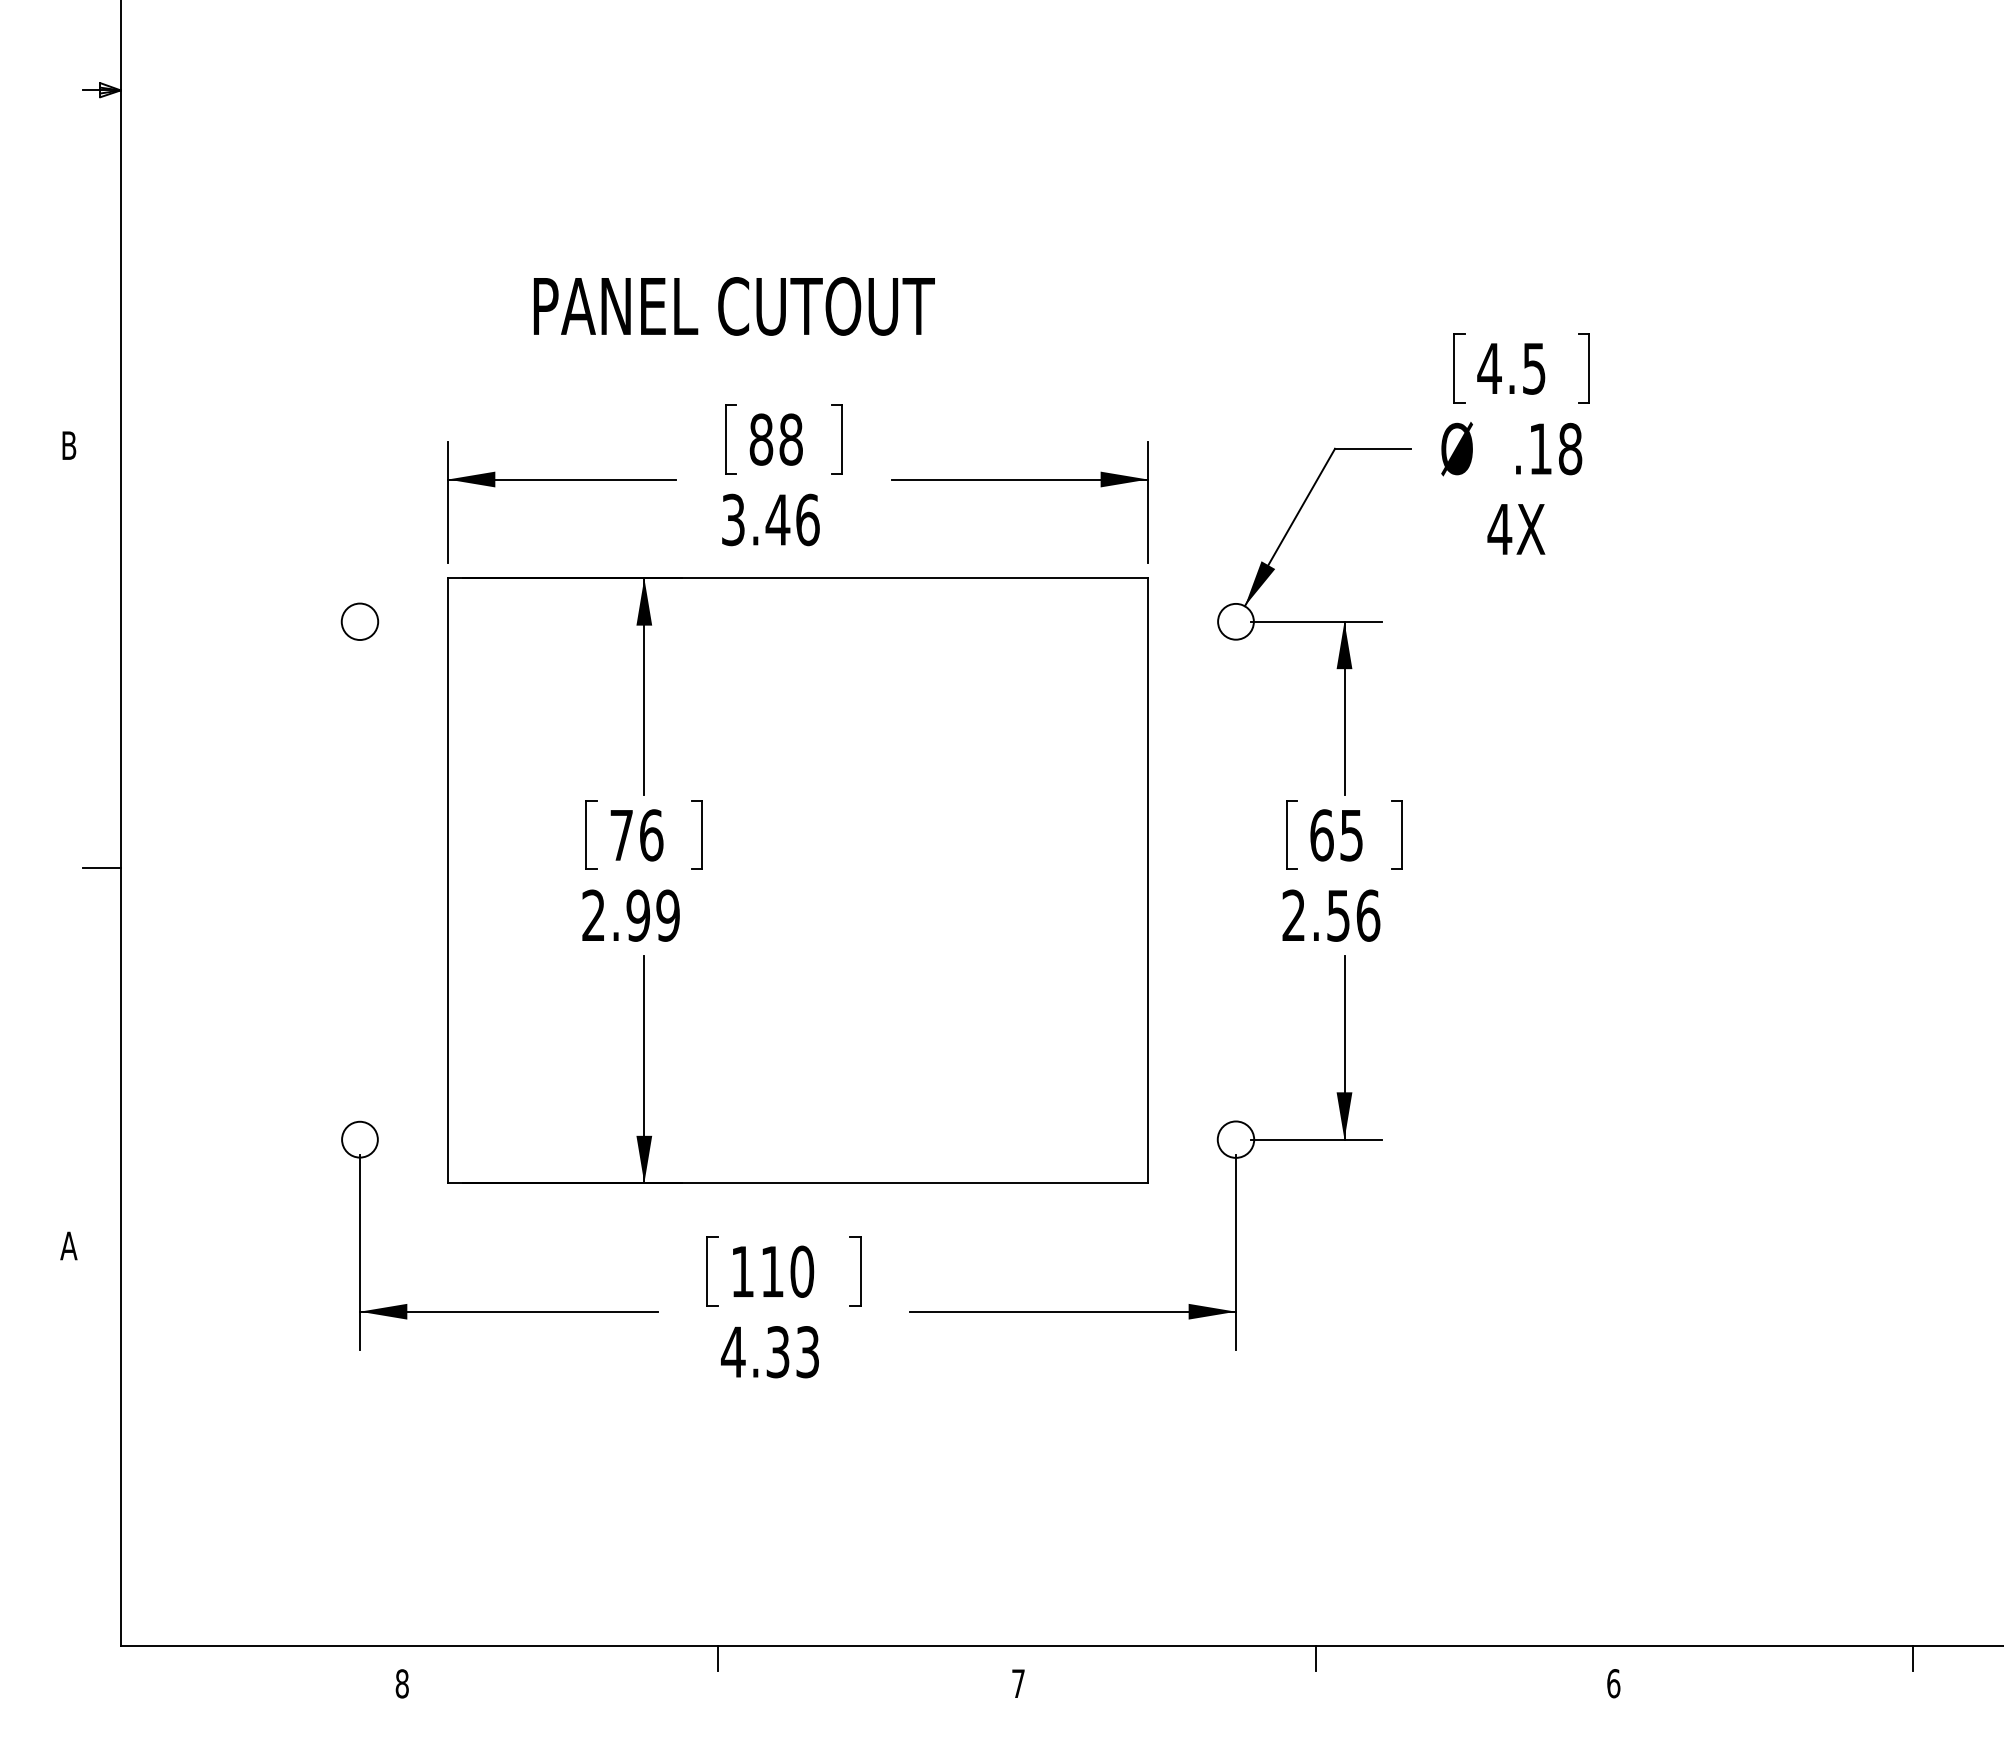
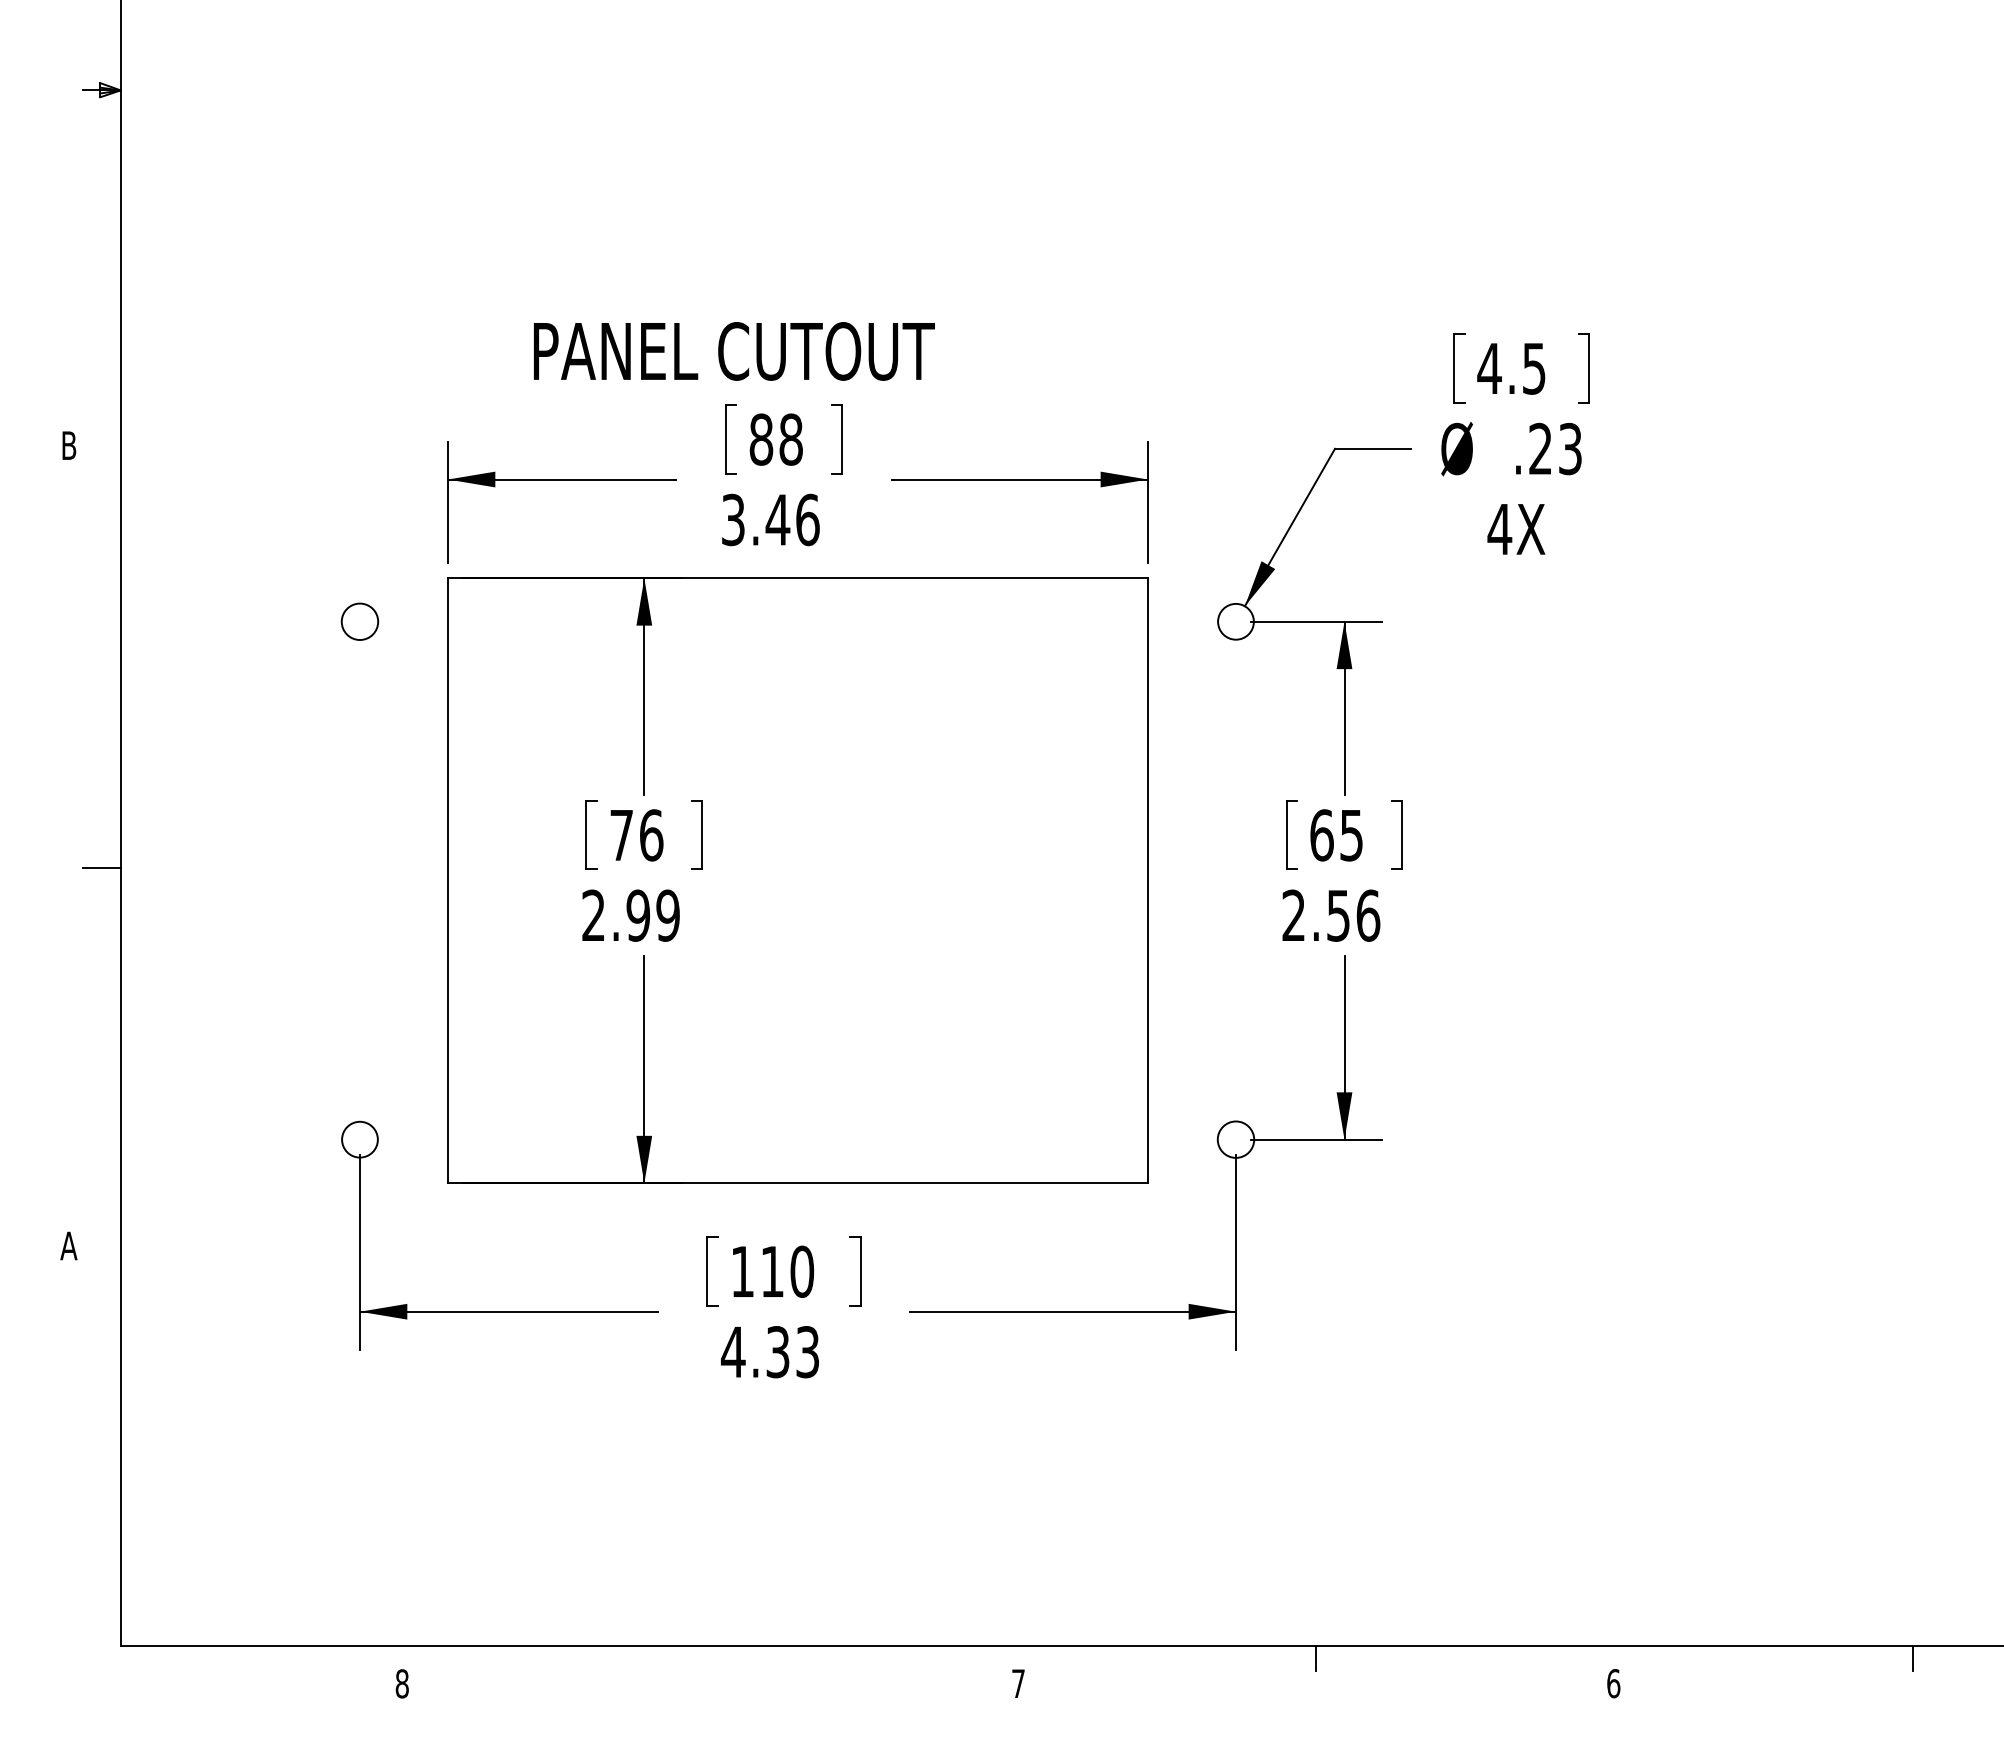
text at (734, 306) position: (734, 306) -> (734, 351)
text at (1555, 448): .18 -> .23
line at (718, 1658): present -> none
